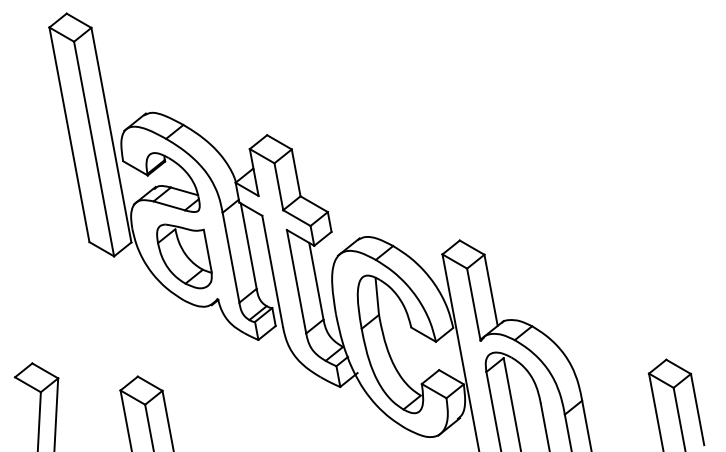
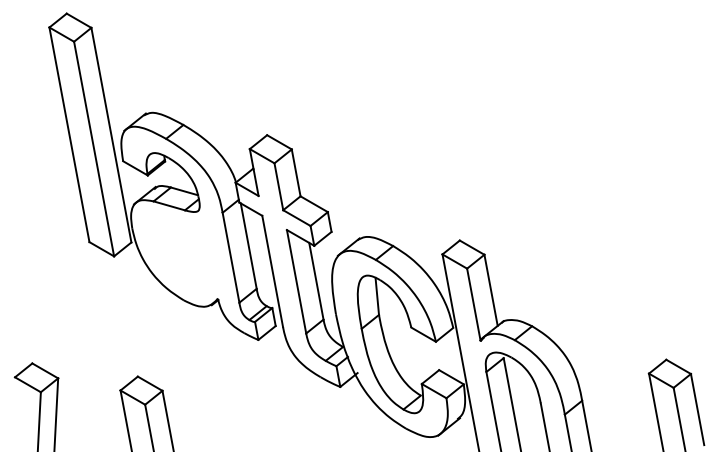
part at (184, 256): present -> none
